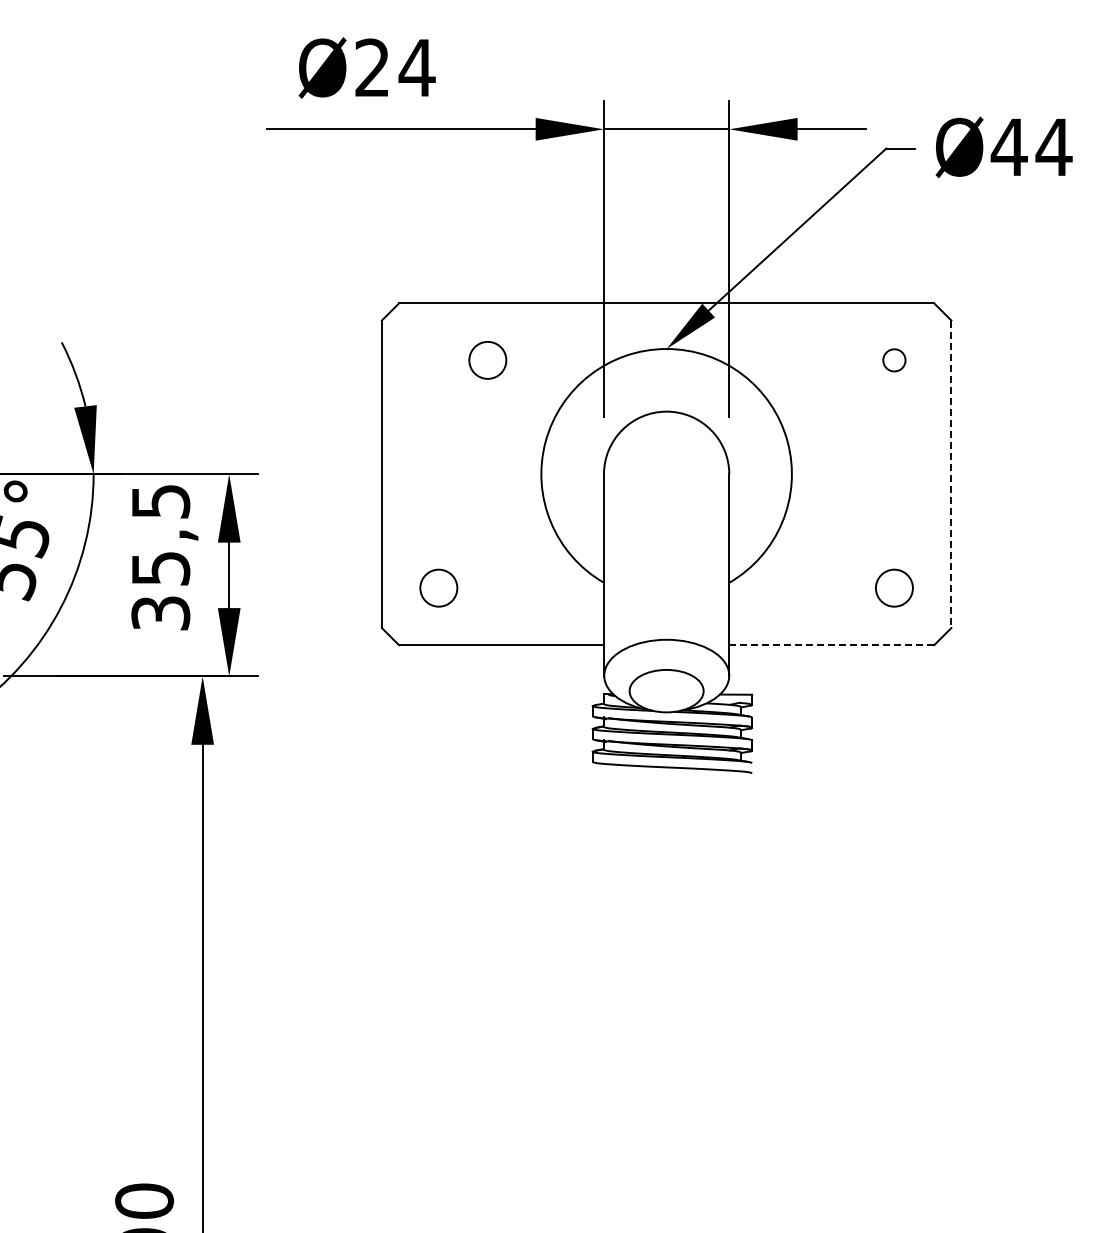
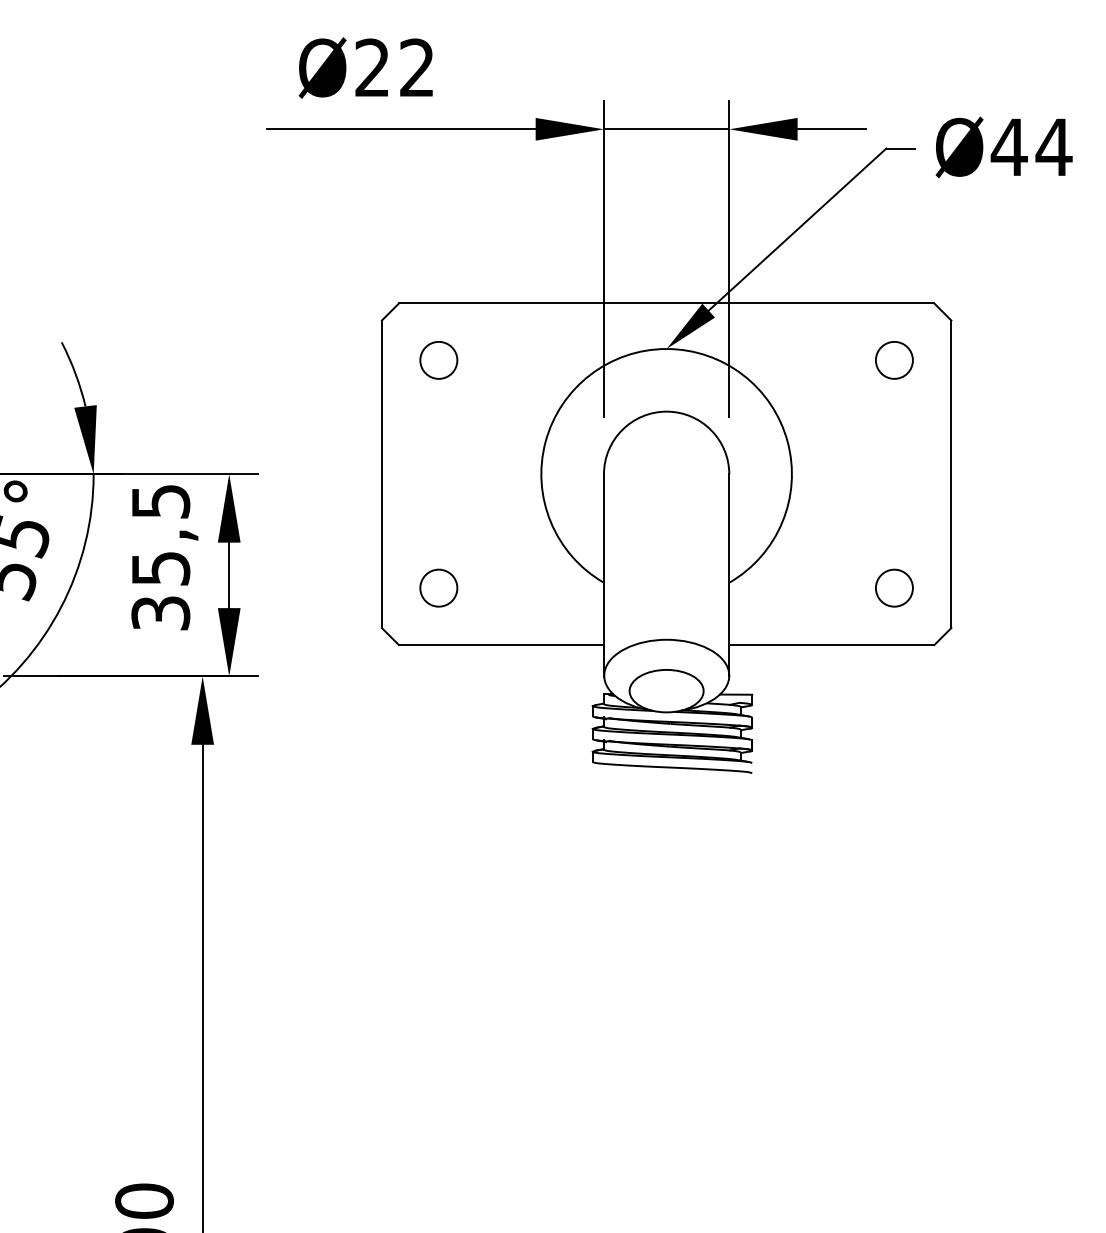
text at (416, 67): Ø24 -> Ø22
circle at (487, 360) position: (487, 360) -> (438, 360)
circle at (894, 360) diameter: 22 px -> 37 px
line at (951, 474): dashed -> solid
line at (831, 645): dashed -> solid
